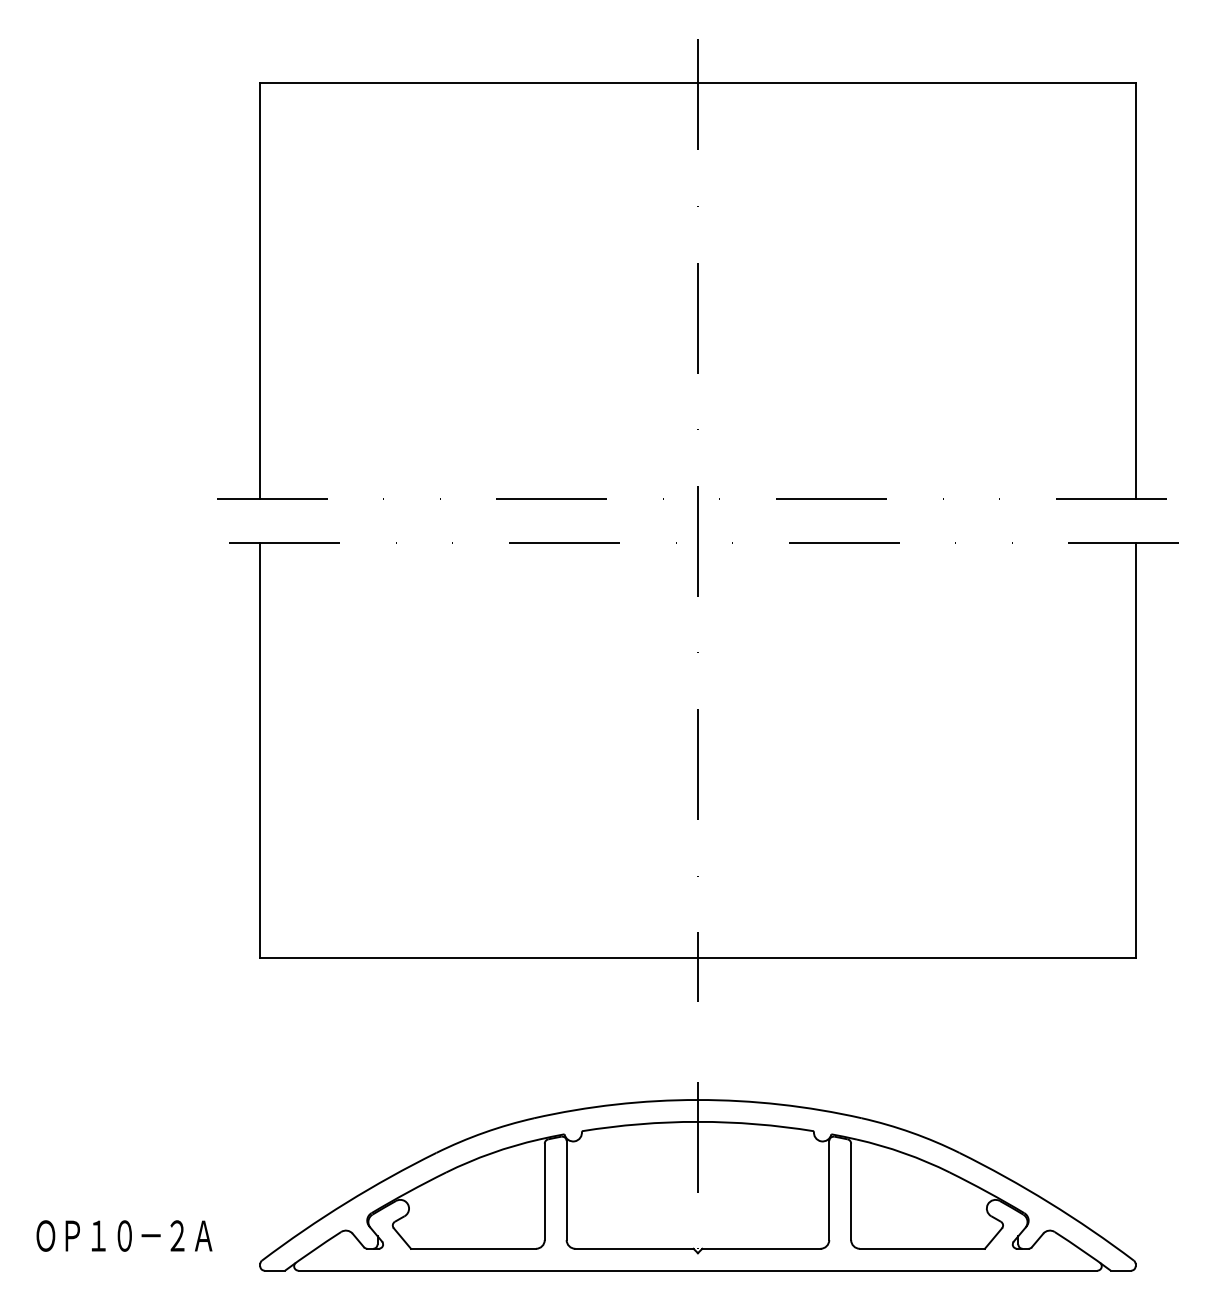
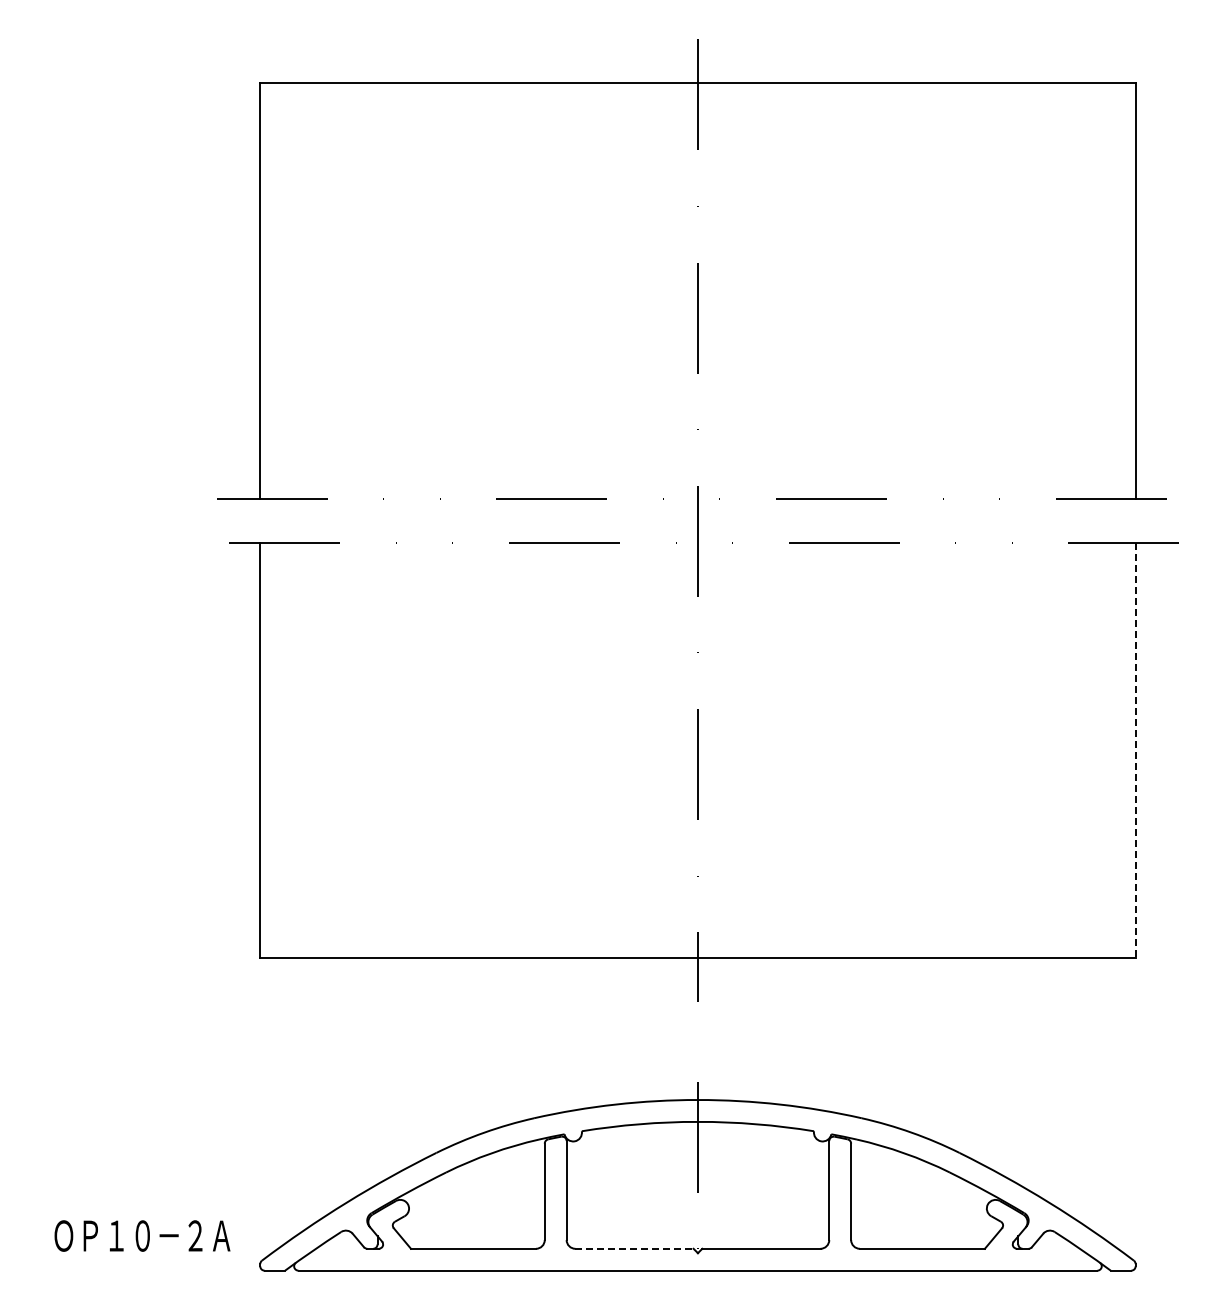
line at (1135, 750): solid -> dashed
text at (124, 1235) position: (124, 1235) -> (142, 1235)
line at (634, 1248): solid -> dashed
